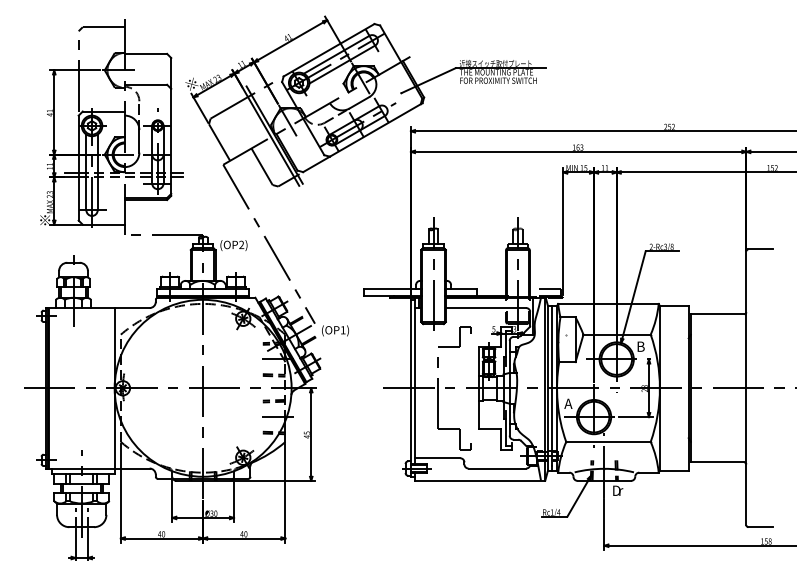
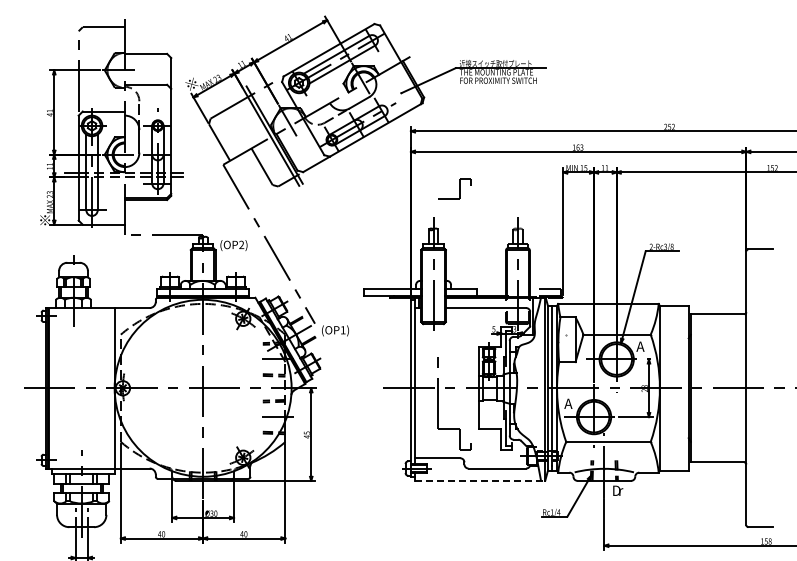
part at (454, 336) position: (454, 336) -> (454, 188)
text at (640, 346): B -> A
line at (480, 480): solid -> dashed
